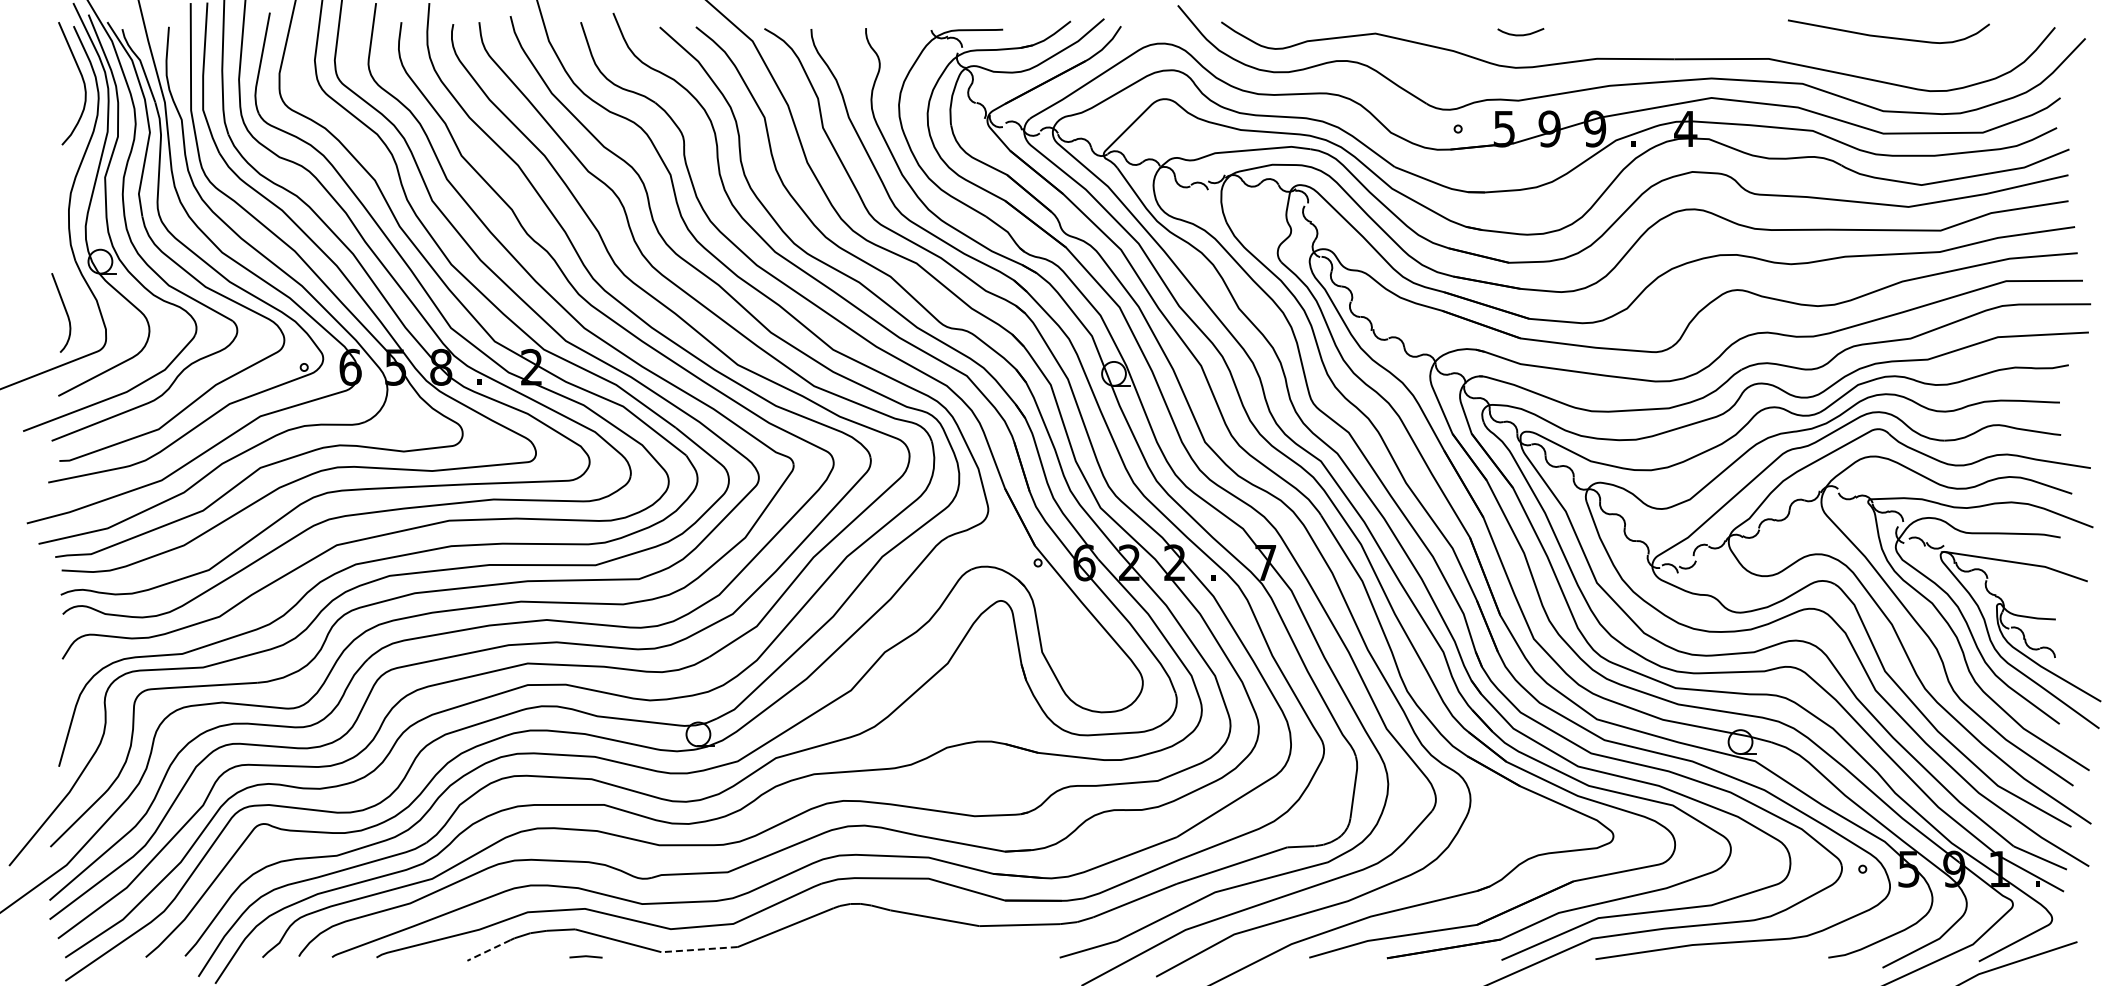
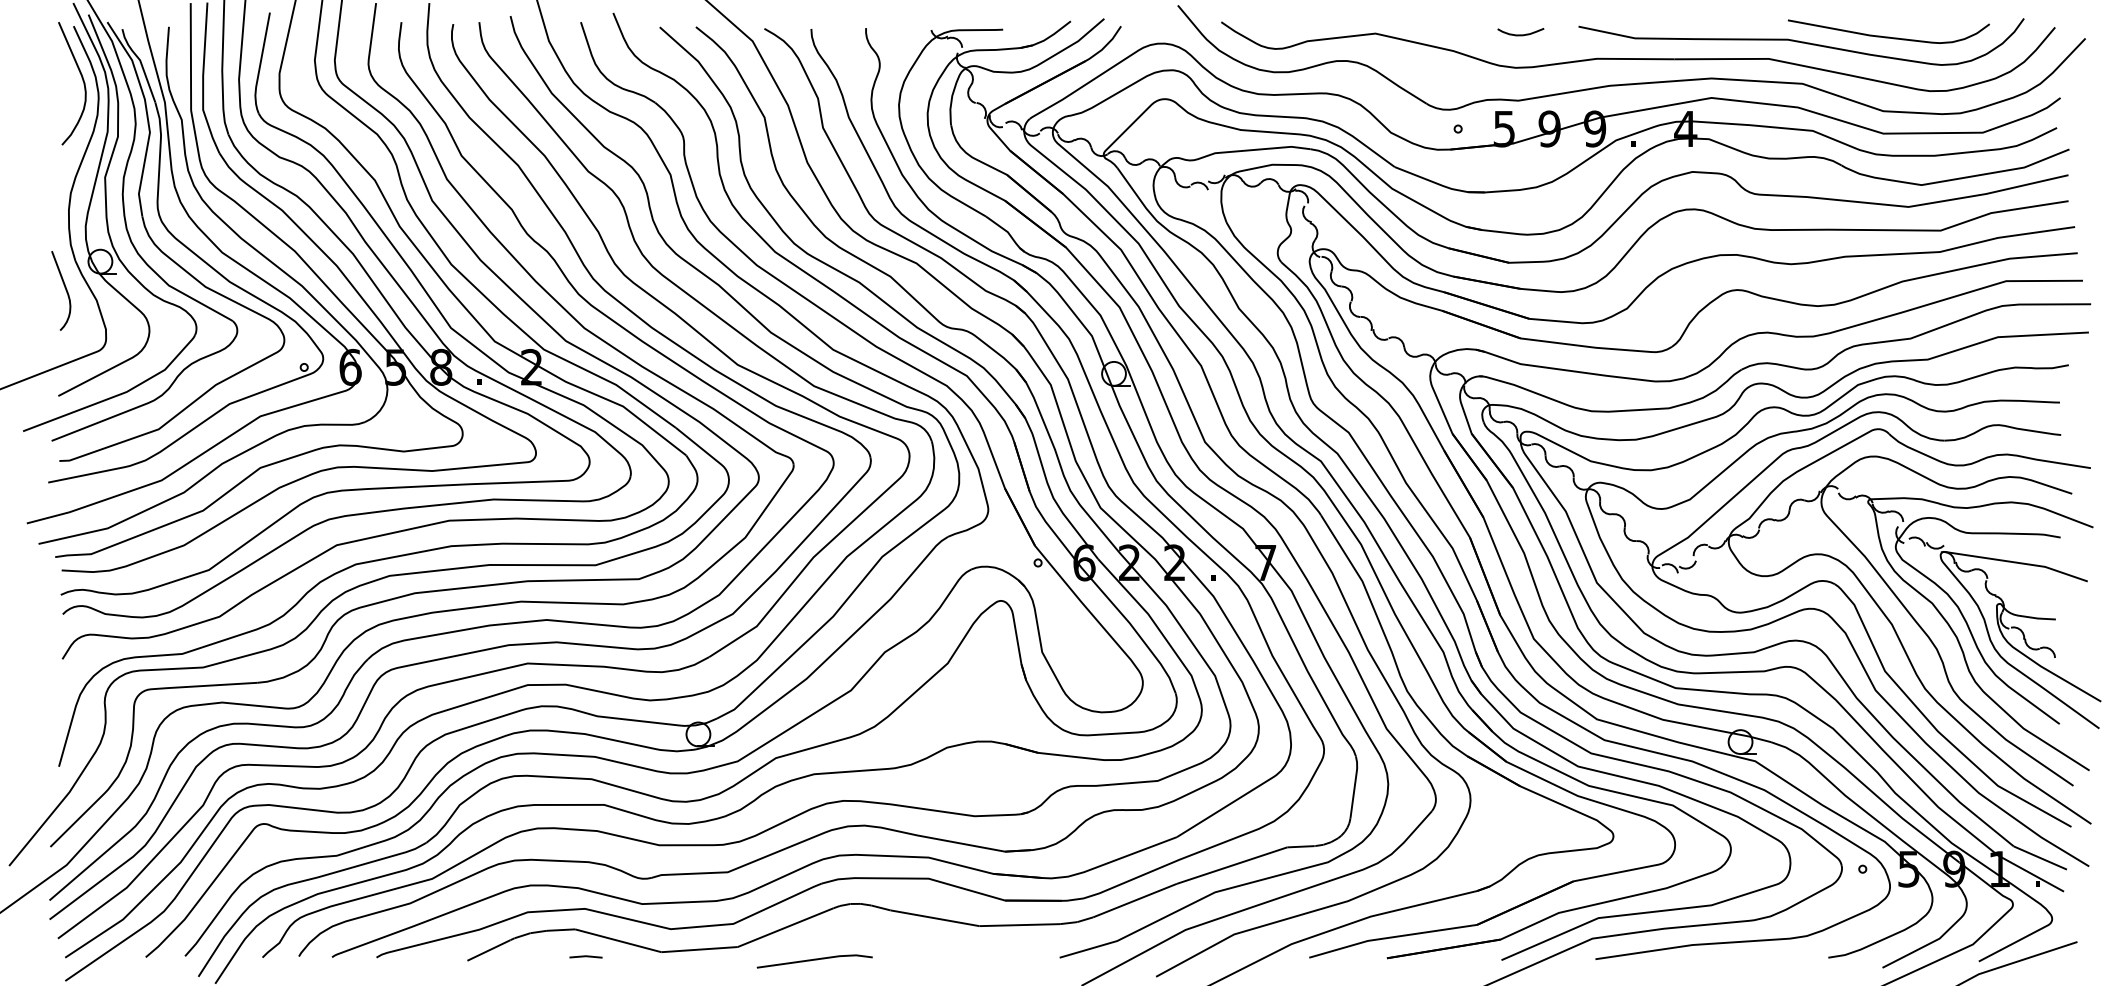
curve at (1801, 41): none -> present
curve at (65, 312) position: (65, 312) -> (65, 290)
line at (699, 949): dashed -> solid
line at (488, 950): dashed -> solid
line at (814, 960): none -> present
